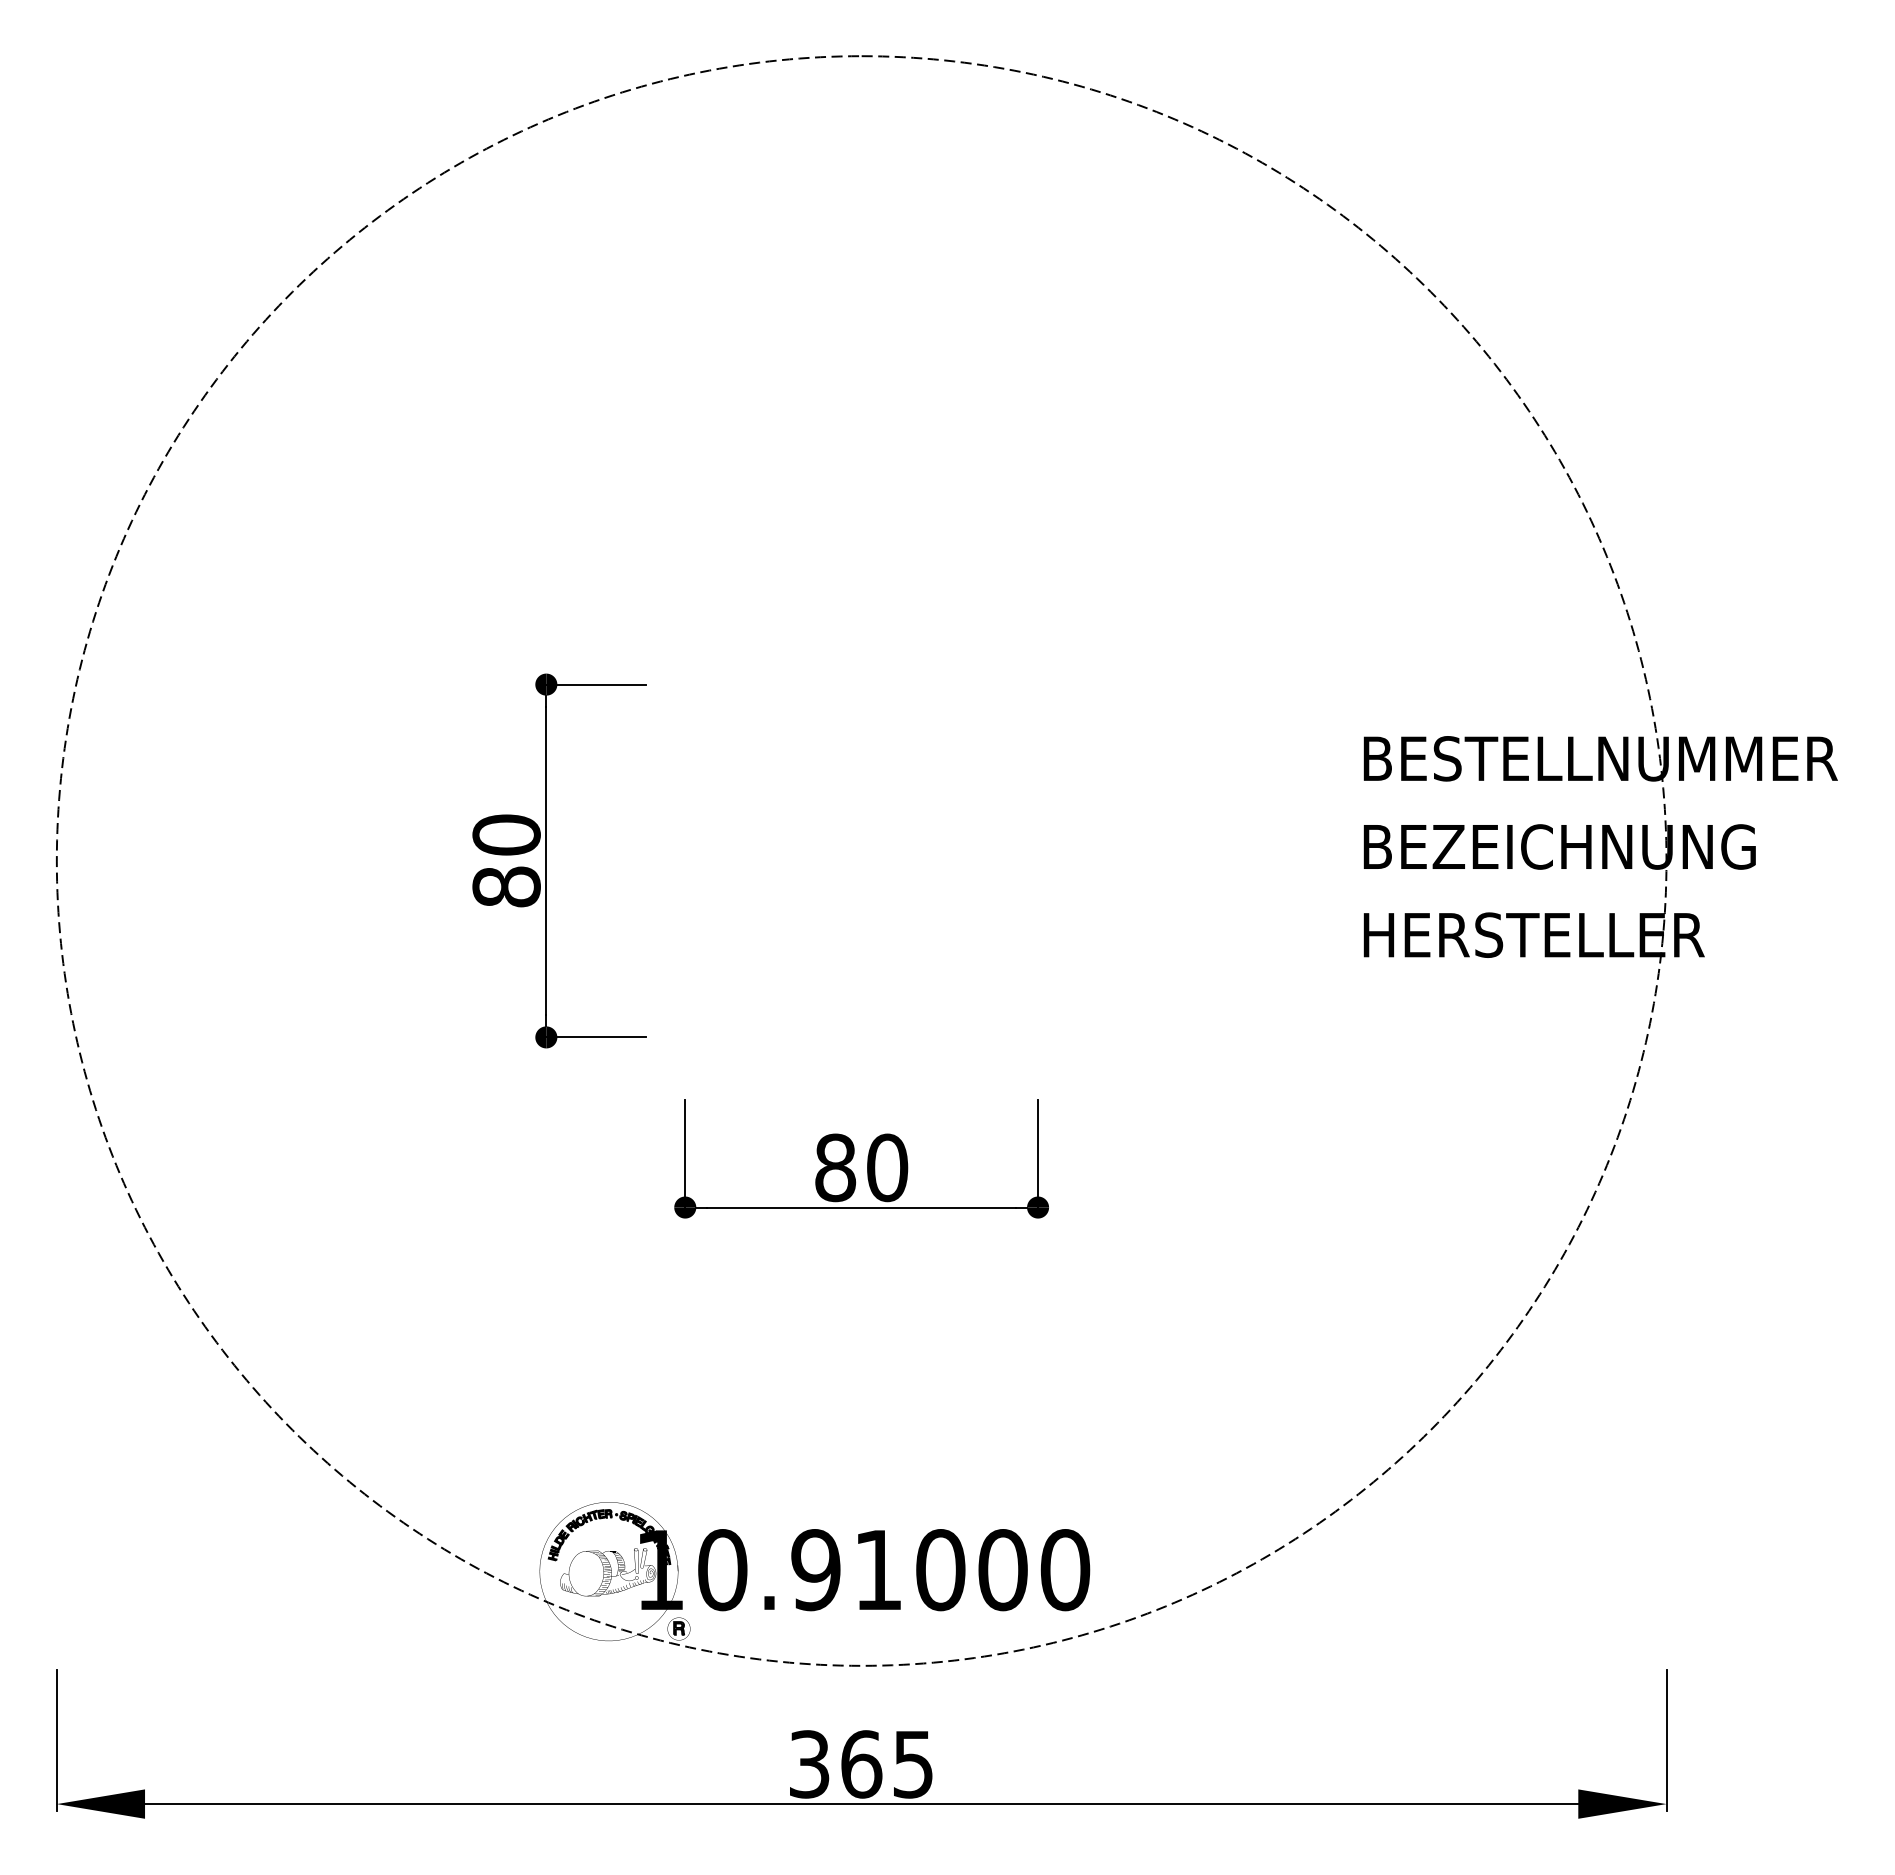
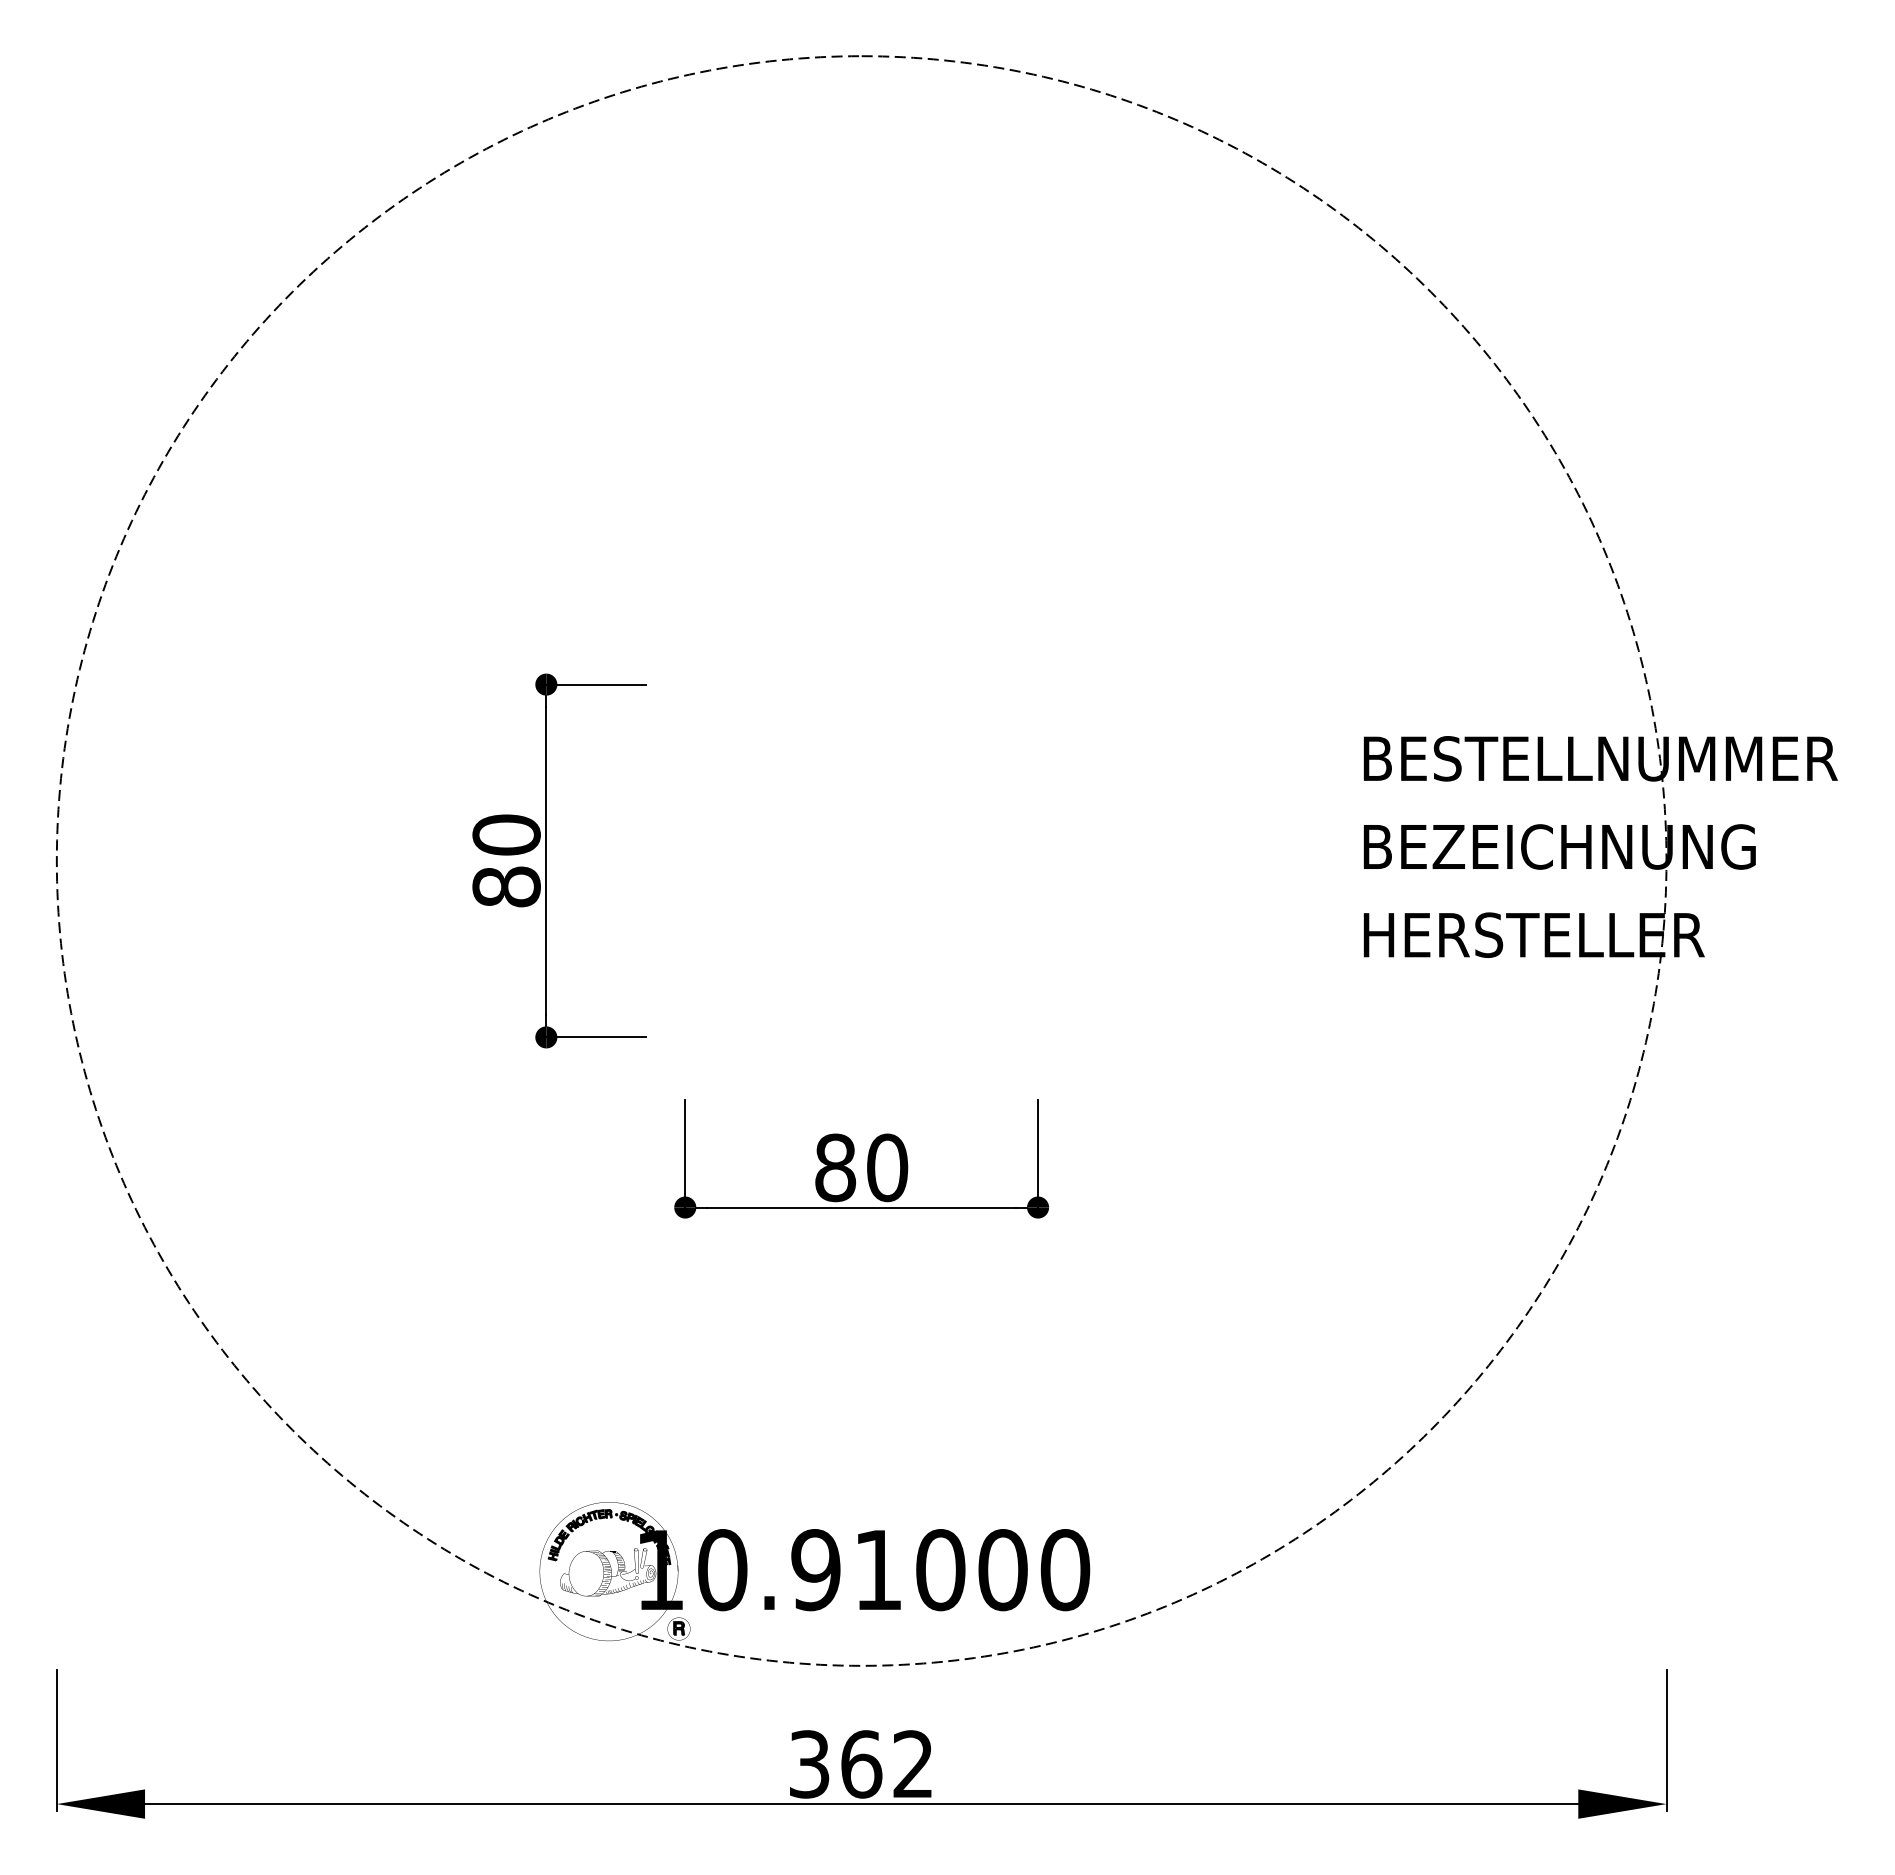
text at (912, 1764): 365 -> 362
